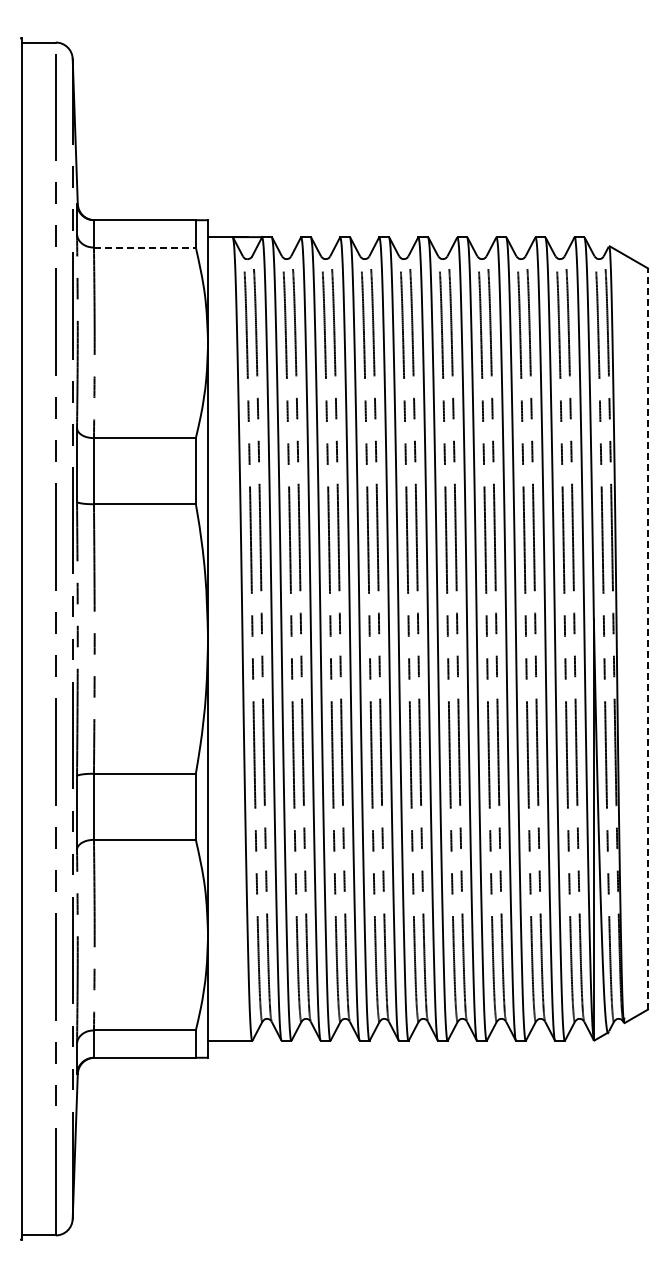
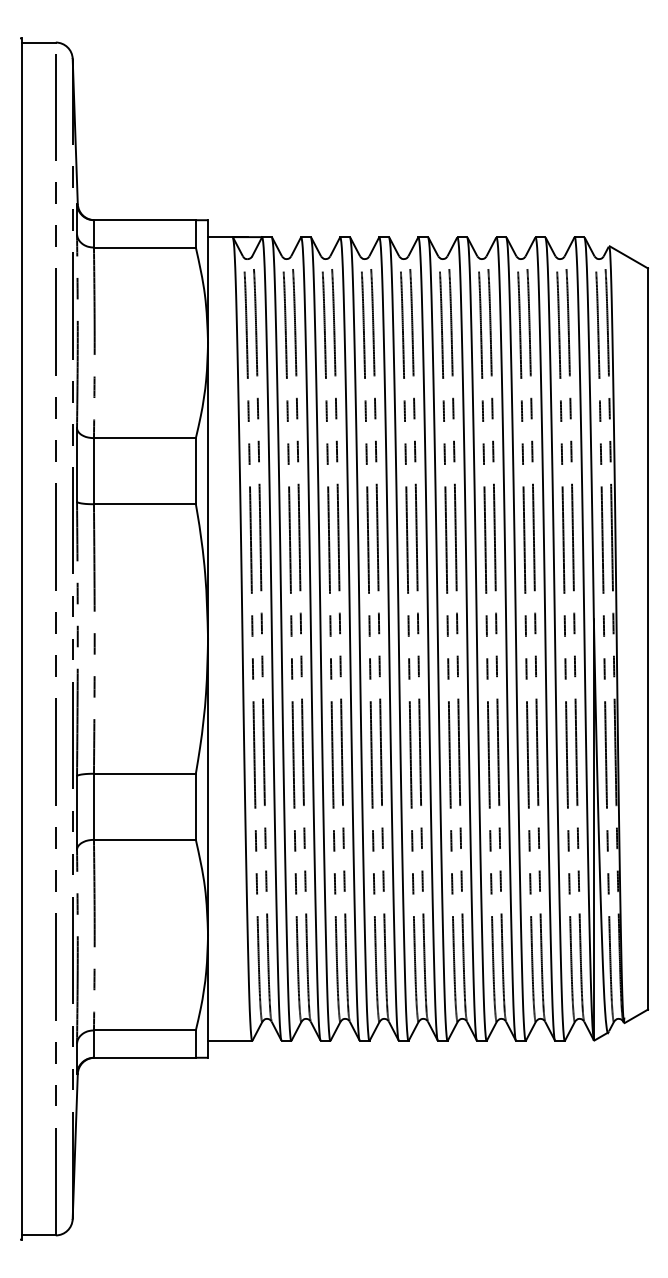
line at (144, 247): dashed -> solid
line at (648, 639): dashed -> solid
